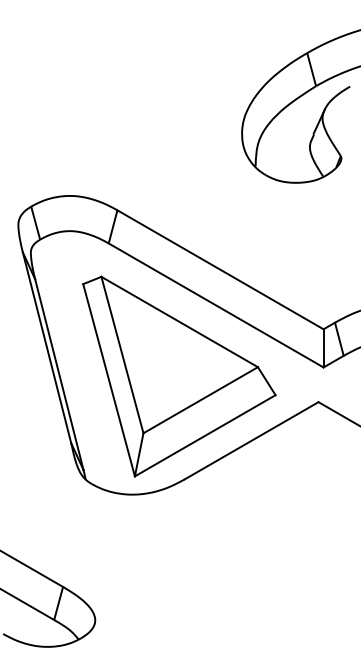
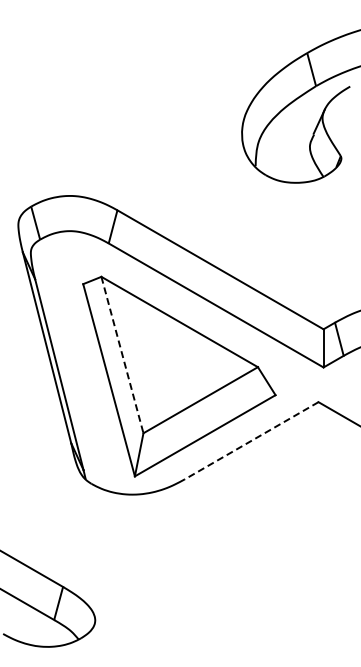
line at (122, 355): solid -> dashed
line at (251, 440): solid -> dashed
